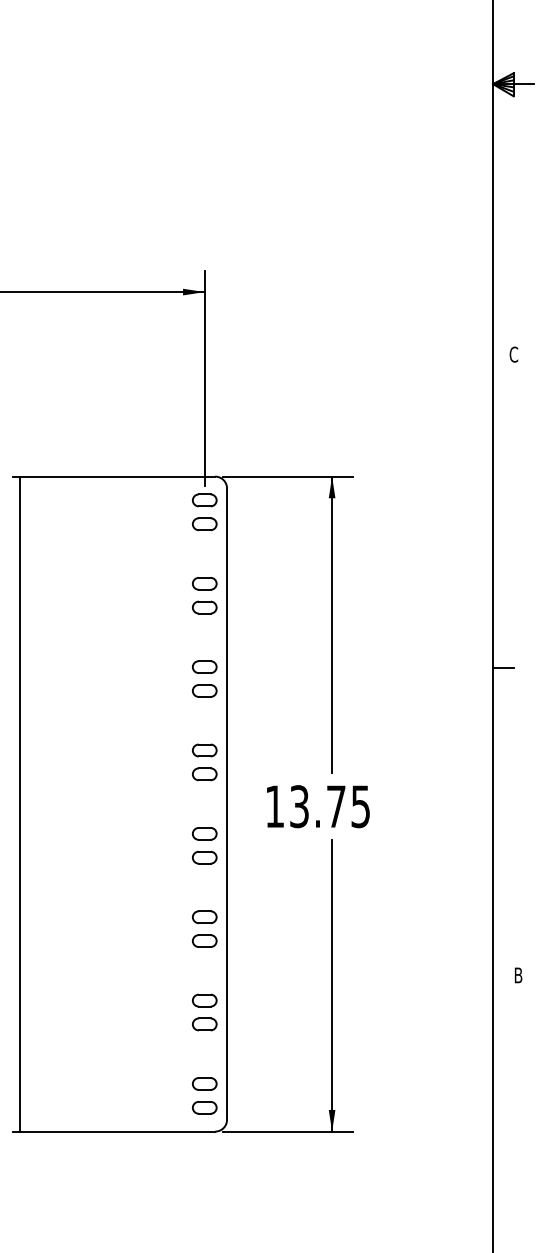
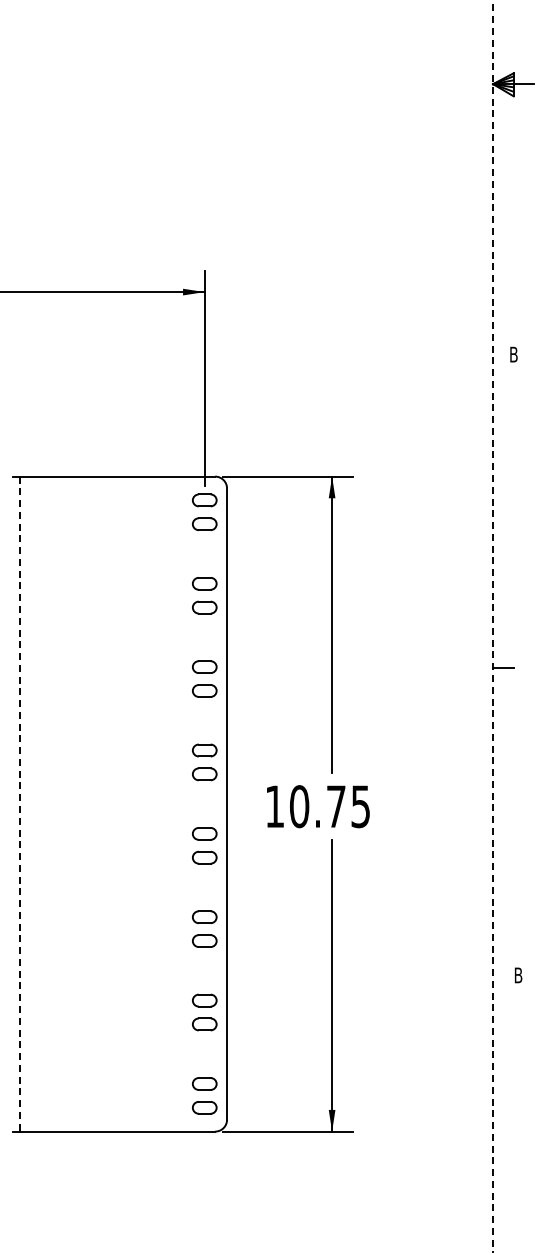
text at (513, 354): C -> B
line at (493, 626): solid -> dashed
line at (20, 804): solid -> dashed
text at (299, 806): 13.75 -> 10.75
